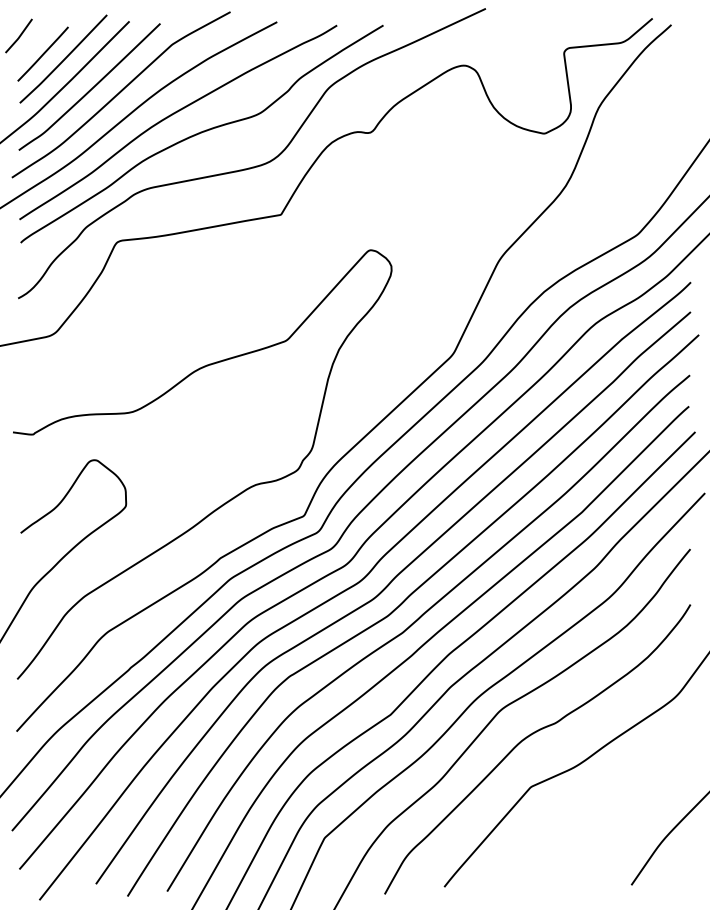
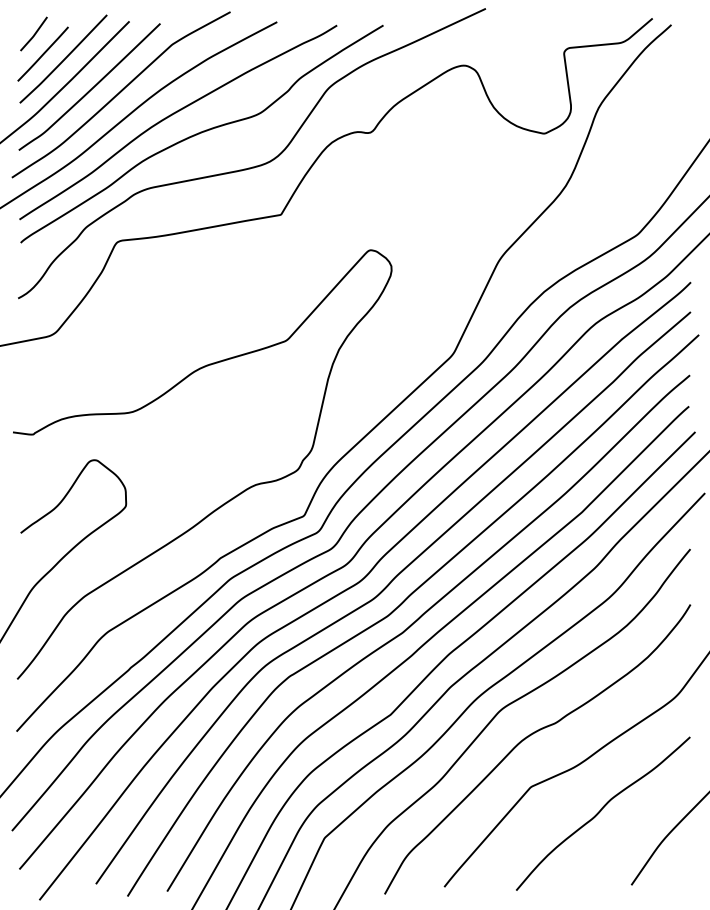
curve at (19, 35) position: (19, 35) -> (34, 33)
curve at (601, 811): none -> present
